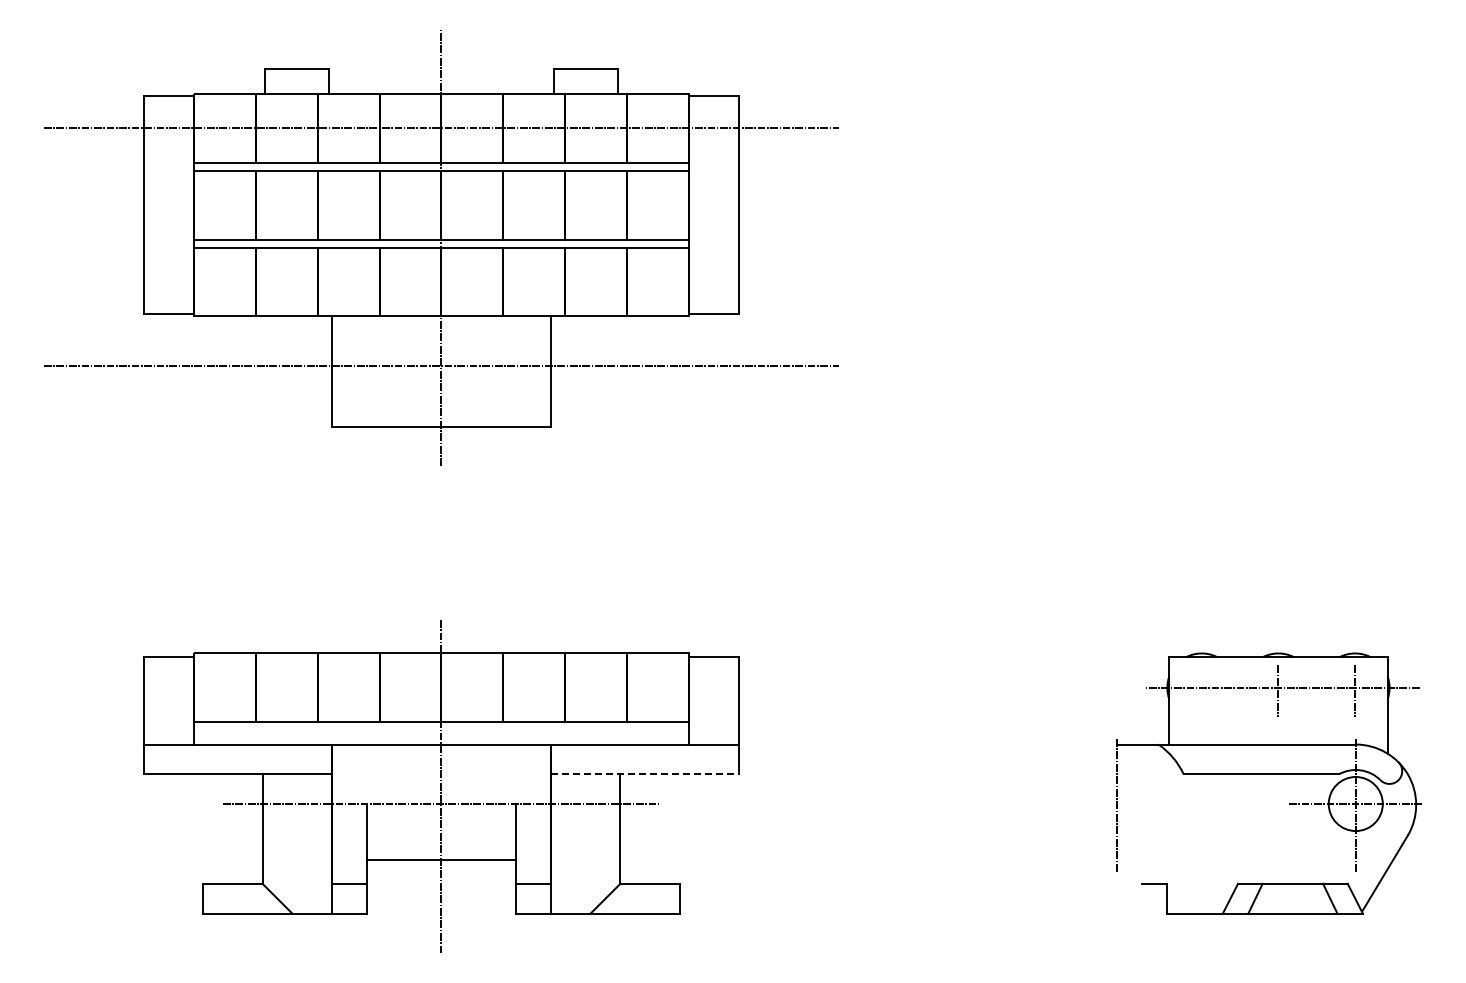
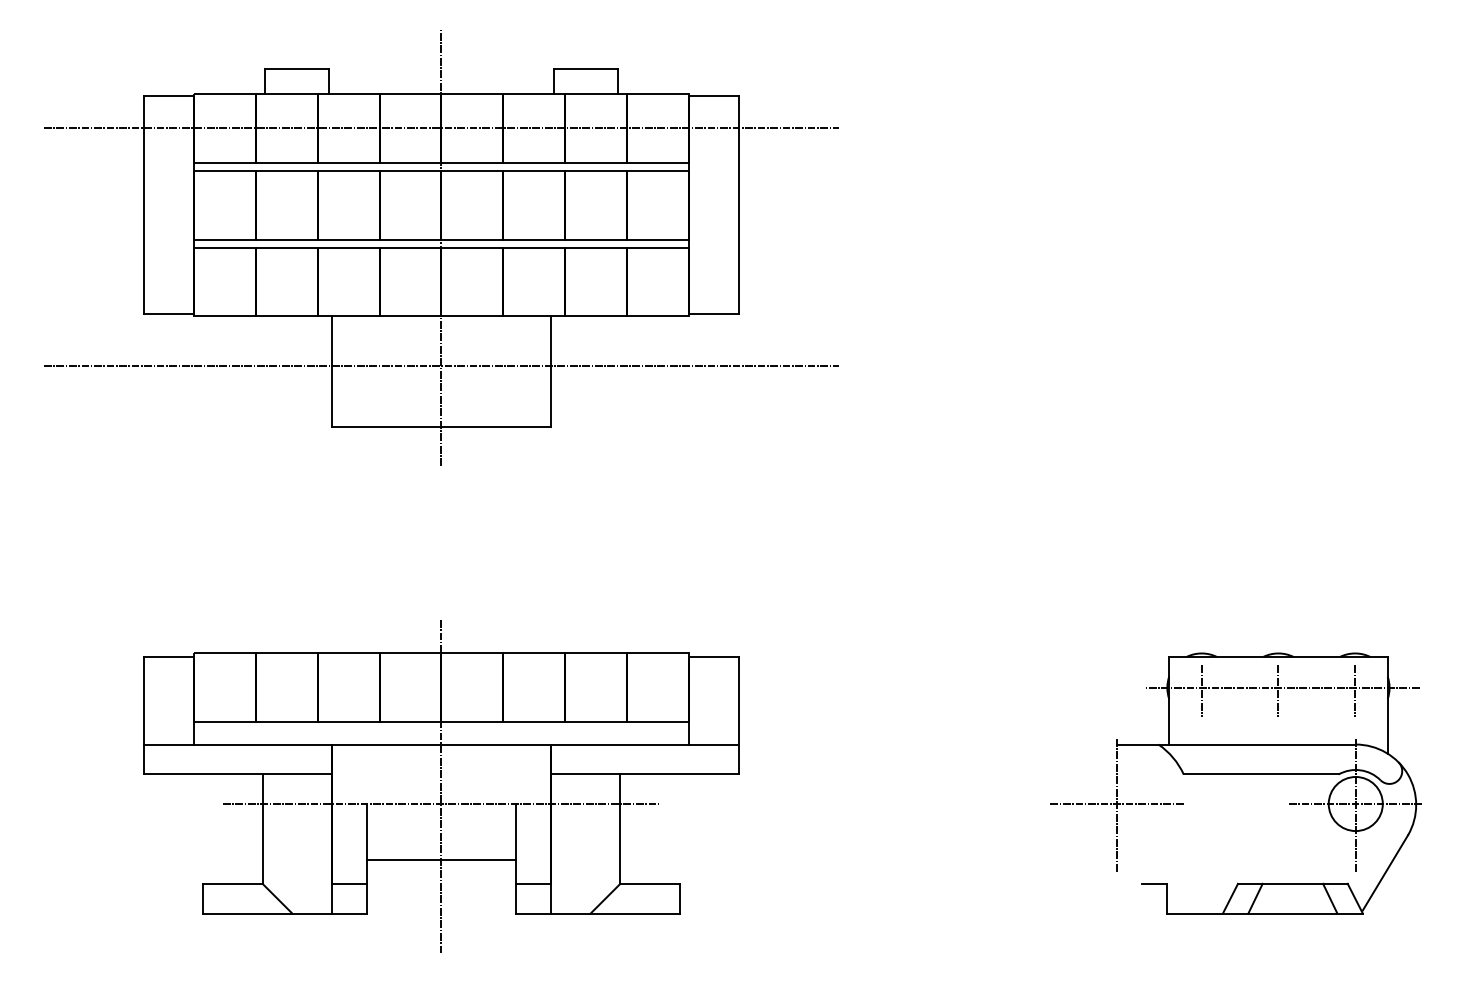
line at (1201, 690): none -> present
line at (645, 774): dashed -> solid
line at (1117, 804): none -> present
